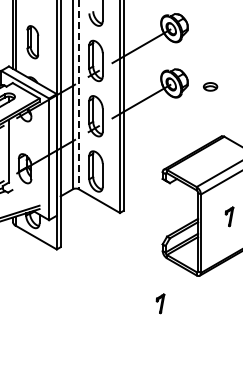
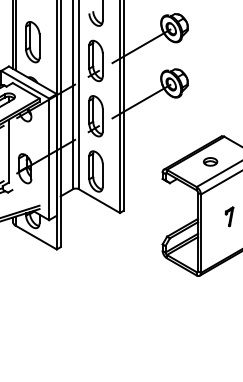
part at (32, 42) size: 14x35 px -> 16x43 px
part at (210, 86) position: (210, 86) -> (210, 161)
line at (78, 95): dashed -> solid
part at (160, 303): present -> none
